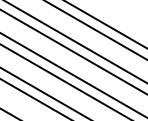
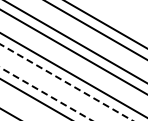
line at (67, 82): solid -> dashed
line at (46, 94): solid -> dashed
